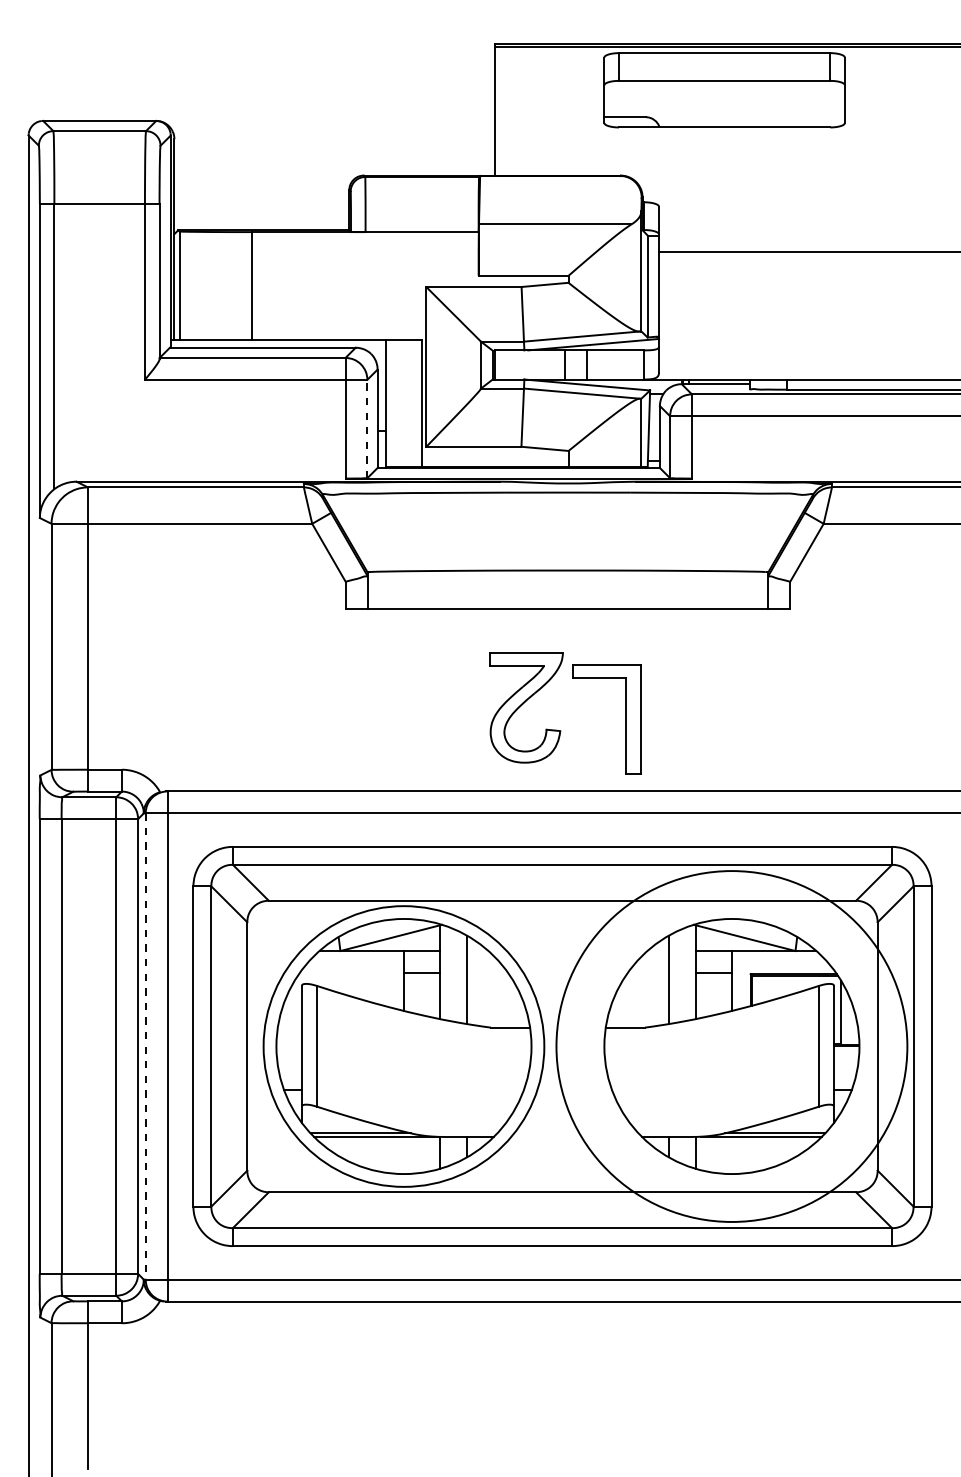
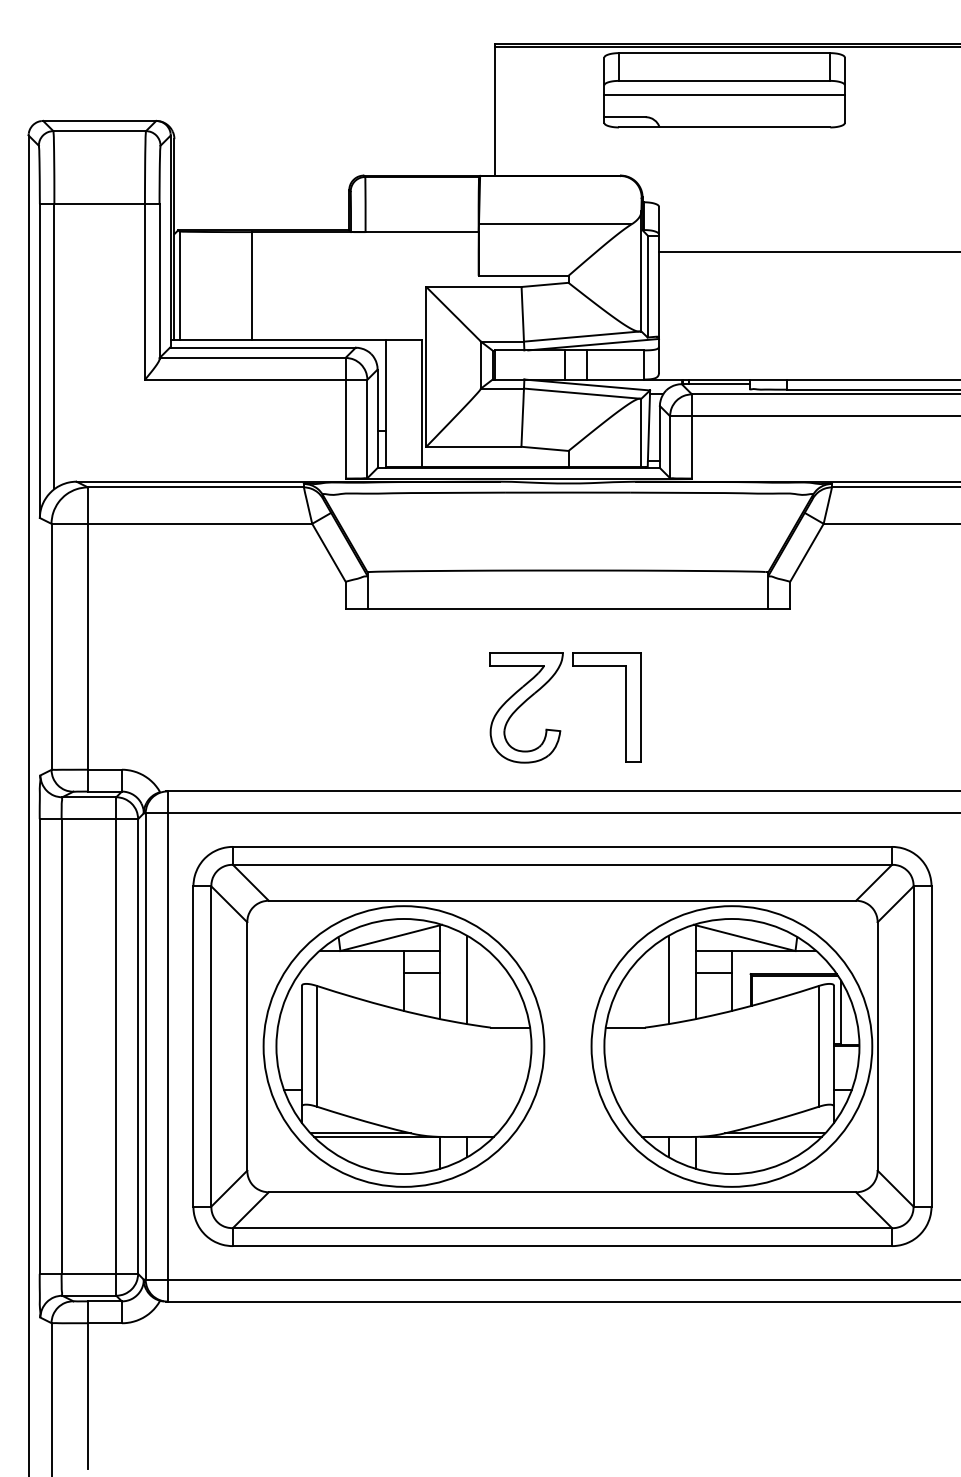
line at (724, 95): none -> present
line at (367, 428): dashed -> solid
part at (625, 719) position: (625, 719) -> (625, 707)
circle at (731, 1046) diameter: 351 px -> 281 px
line at (145, 1047): dashed -> solid
